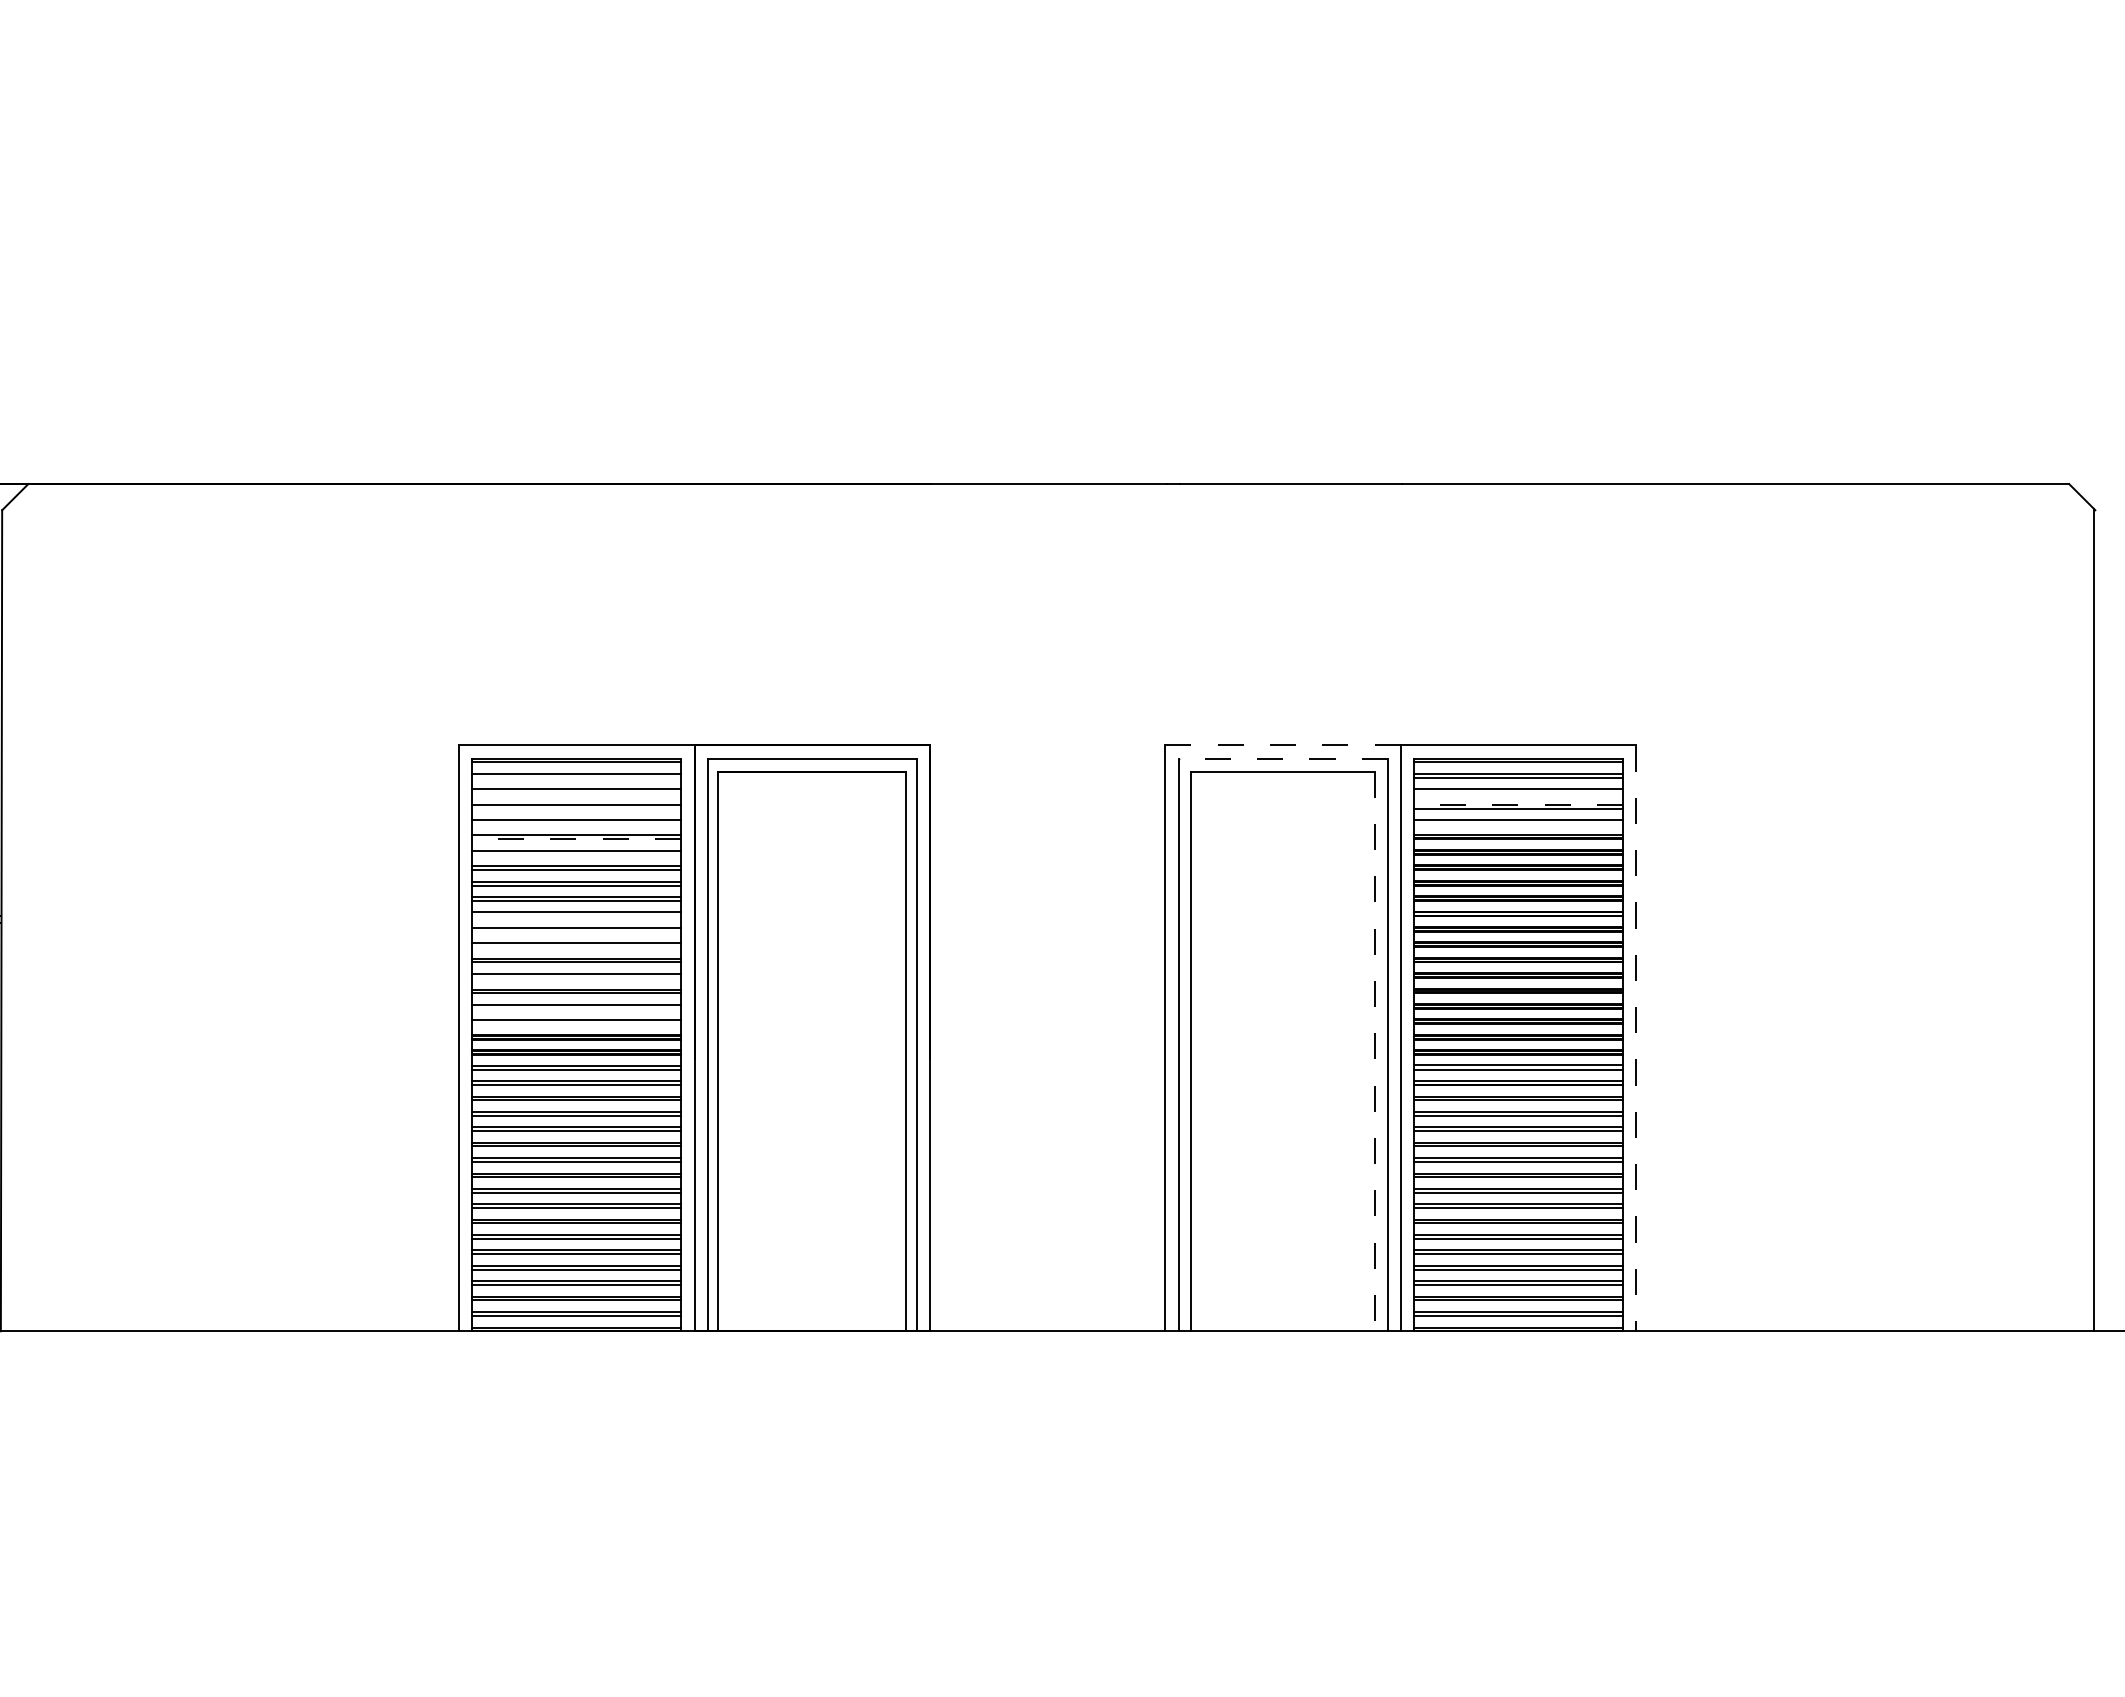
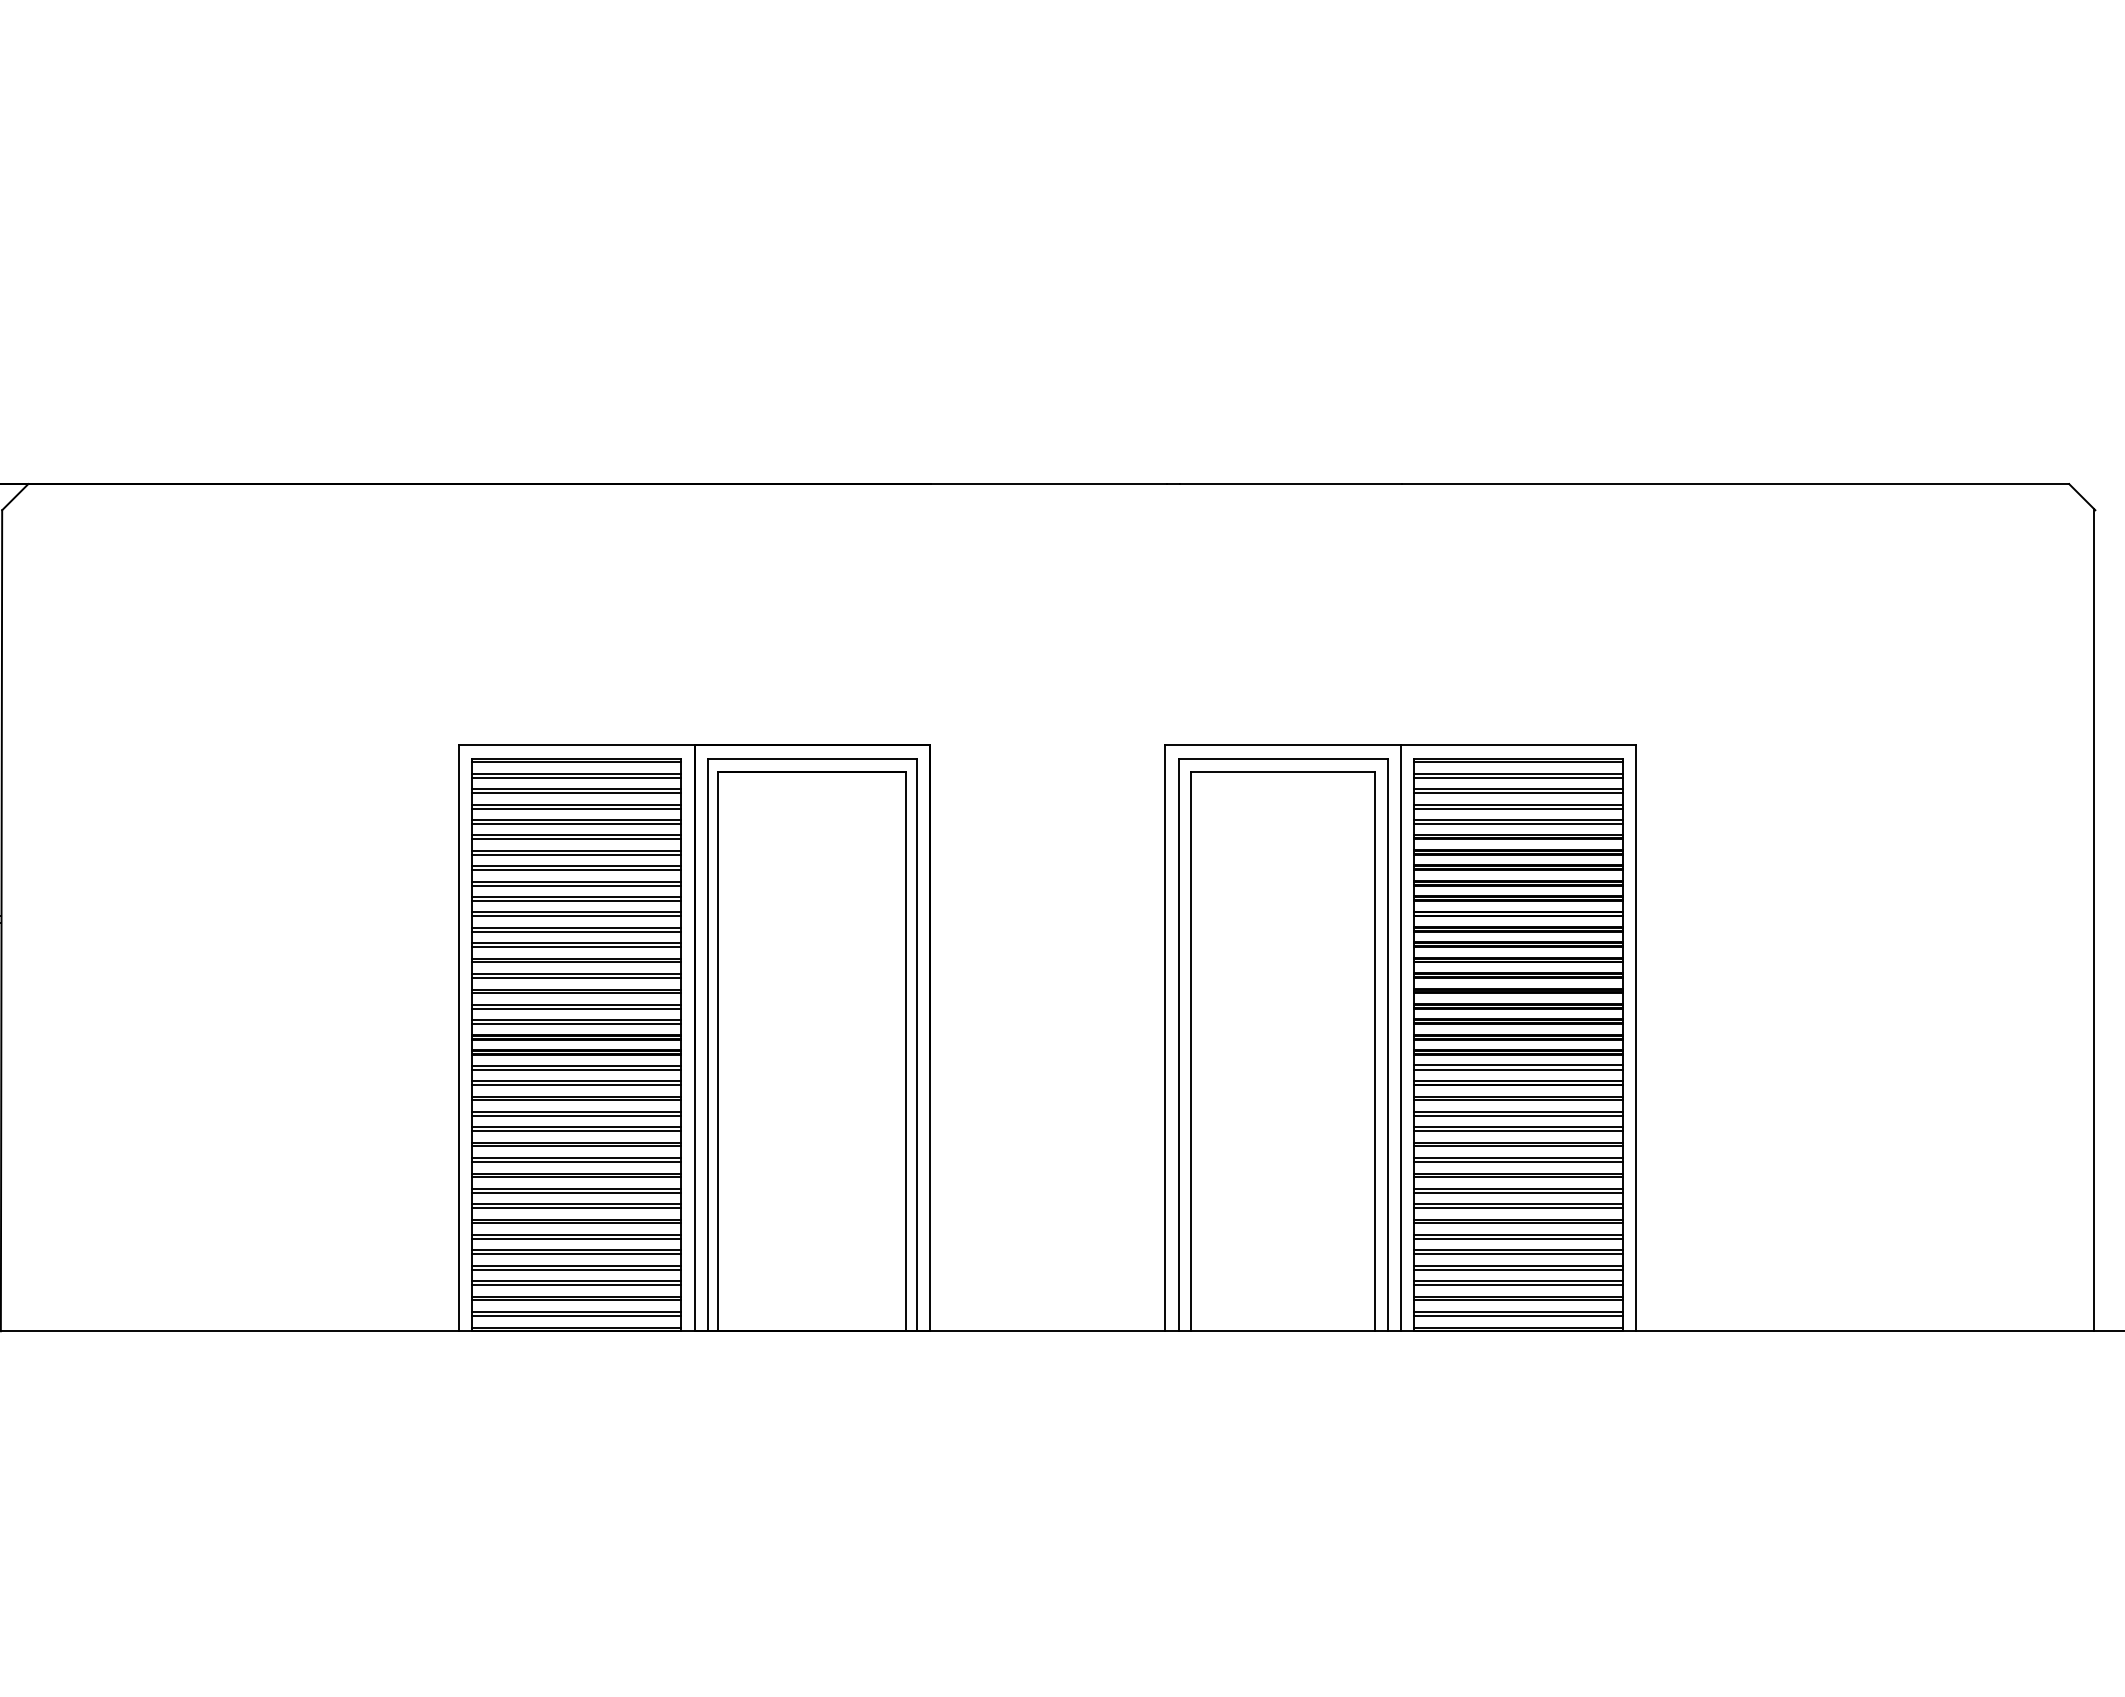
line at (1282, 745): dashed -> solid
line at (1283, 758): dashed -> solid
line at (576, 777): none -> present
line at (576, 793): none -> present
line at (1518, 793): none -> present
line at (1518, 804): dashed -> solid
line at (576, 808): none -> present
line at (576, 823): none -> present
line at (1518, 823): none -> present
line at (576, 839): dashed -> solid
line at (576, 854): none -> present
line at (576, 916): none -> present
line at (576, 931): none -> present
line at (576, 947): none -> present
line at (576, 978): none -> present
line at (576, 1008): none -> present
line at (576, 1024): none -> present
line at (1636, 1038): dashed -> solid
line at (1374, 1051): dashed -> solid
